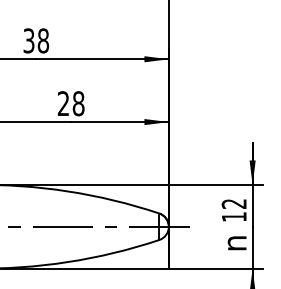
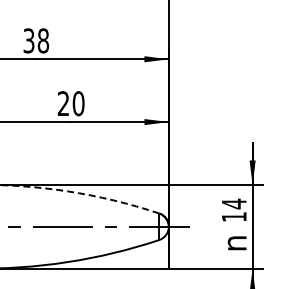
text at (78, 103): 28 -> 20
arc at (80, 193): solid -> dashed
text at (233, 203): 12 -> 14
